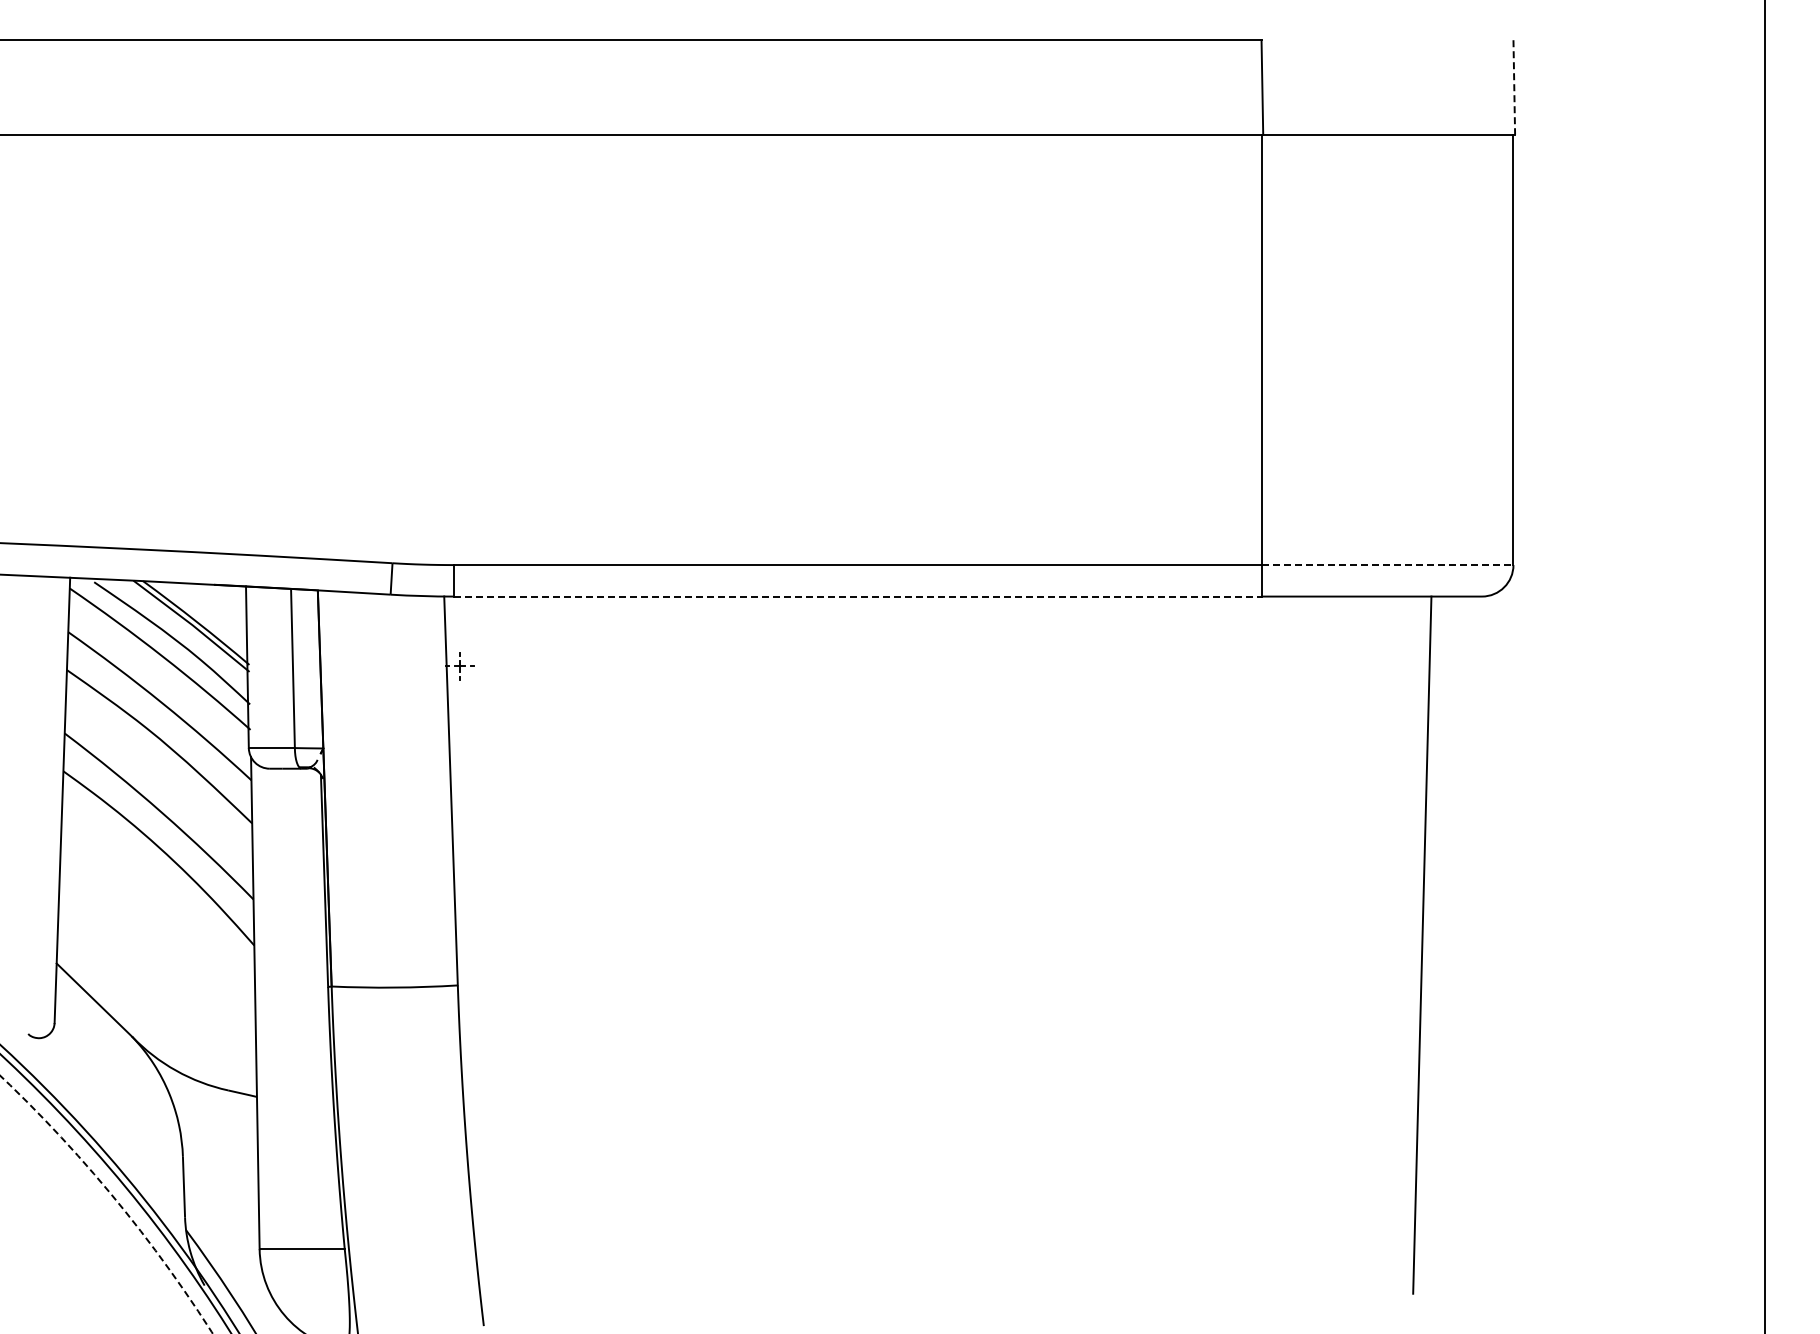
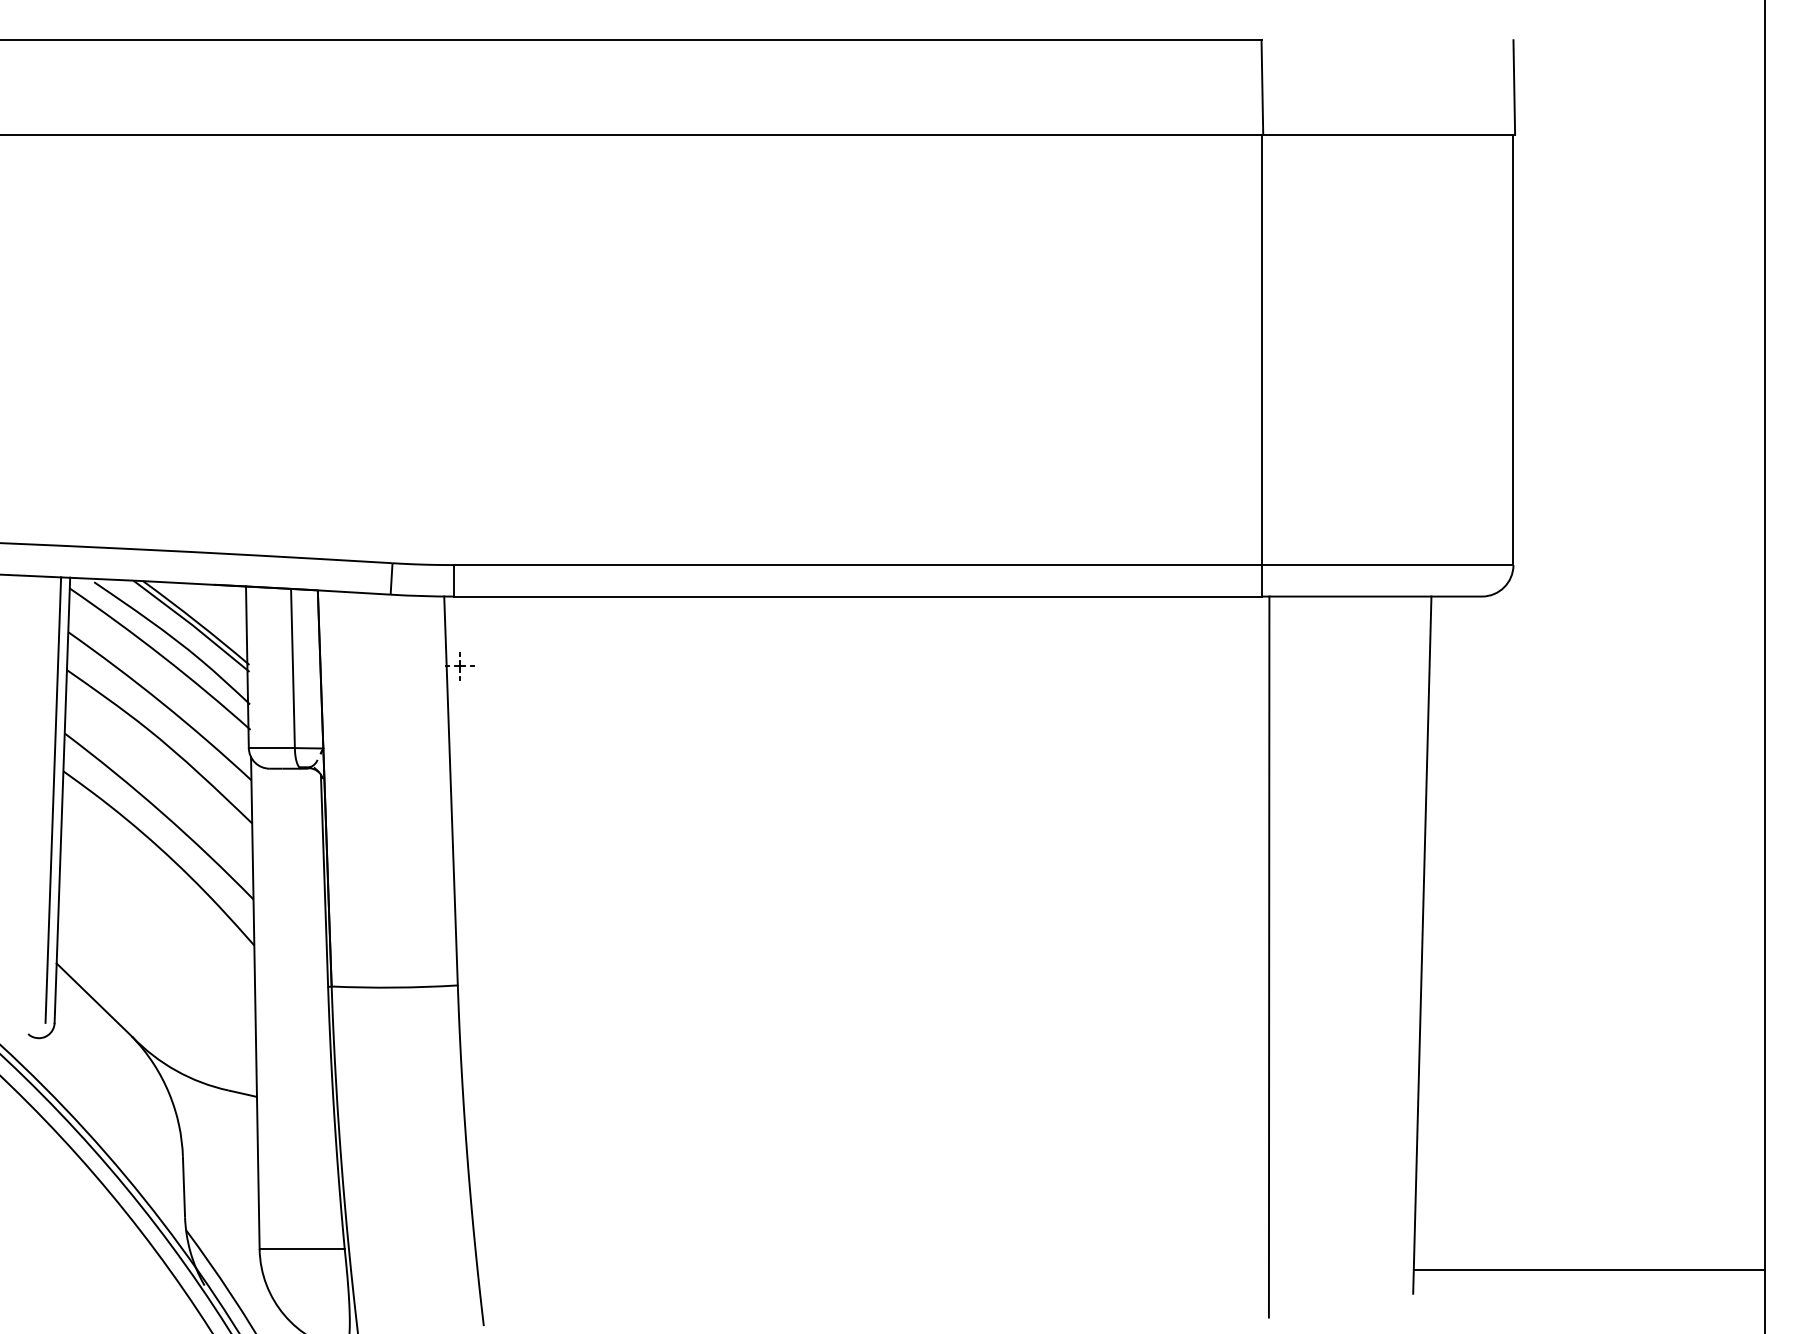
line at (1514, 87): dashed -> solid
line at (1387, 565): dashed -> solid
line at (857, 596): dashed -> solid
line at (53, 799): none -> present
line at (1268, 956): none -> present
arc at (113, 1197): dashed -> solid
line at (1589, 1270): none -> present
